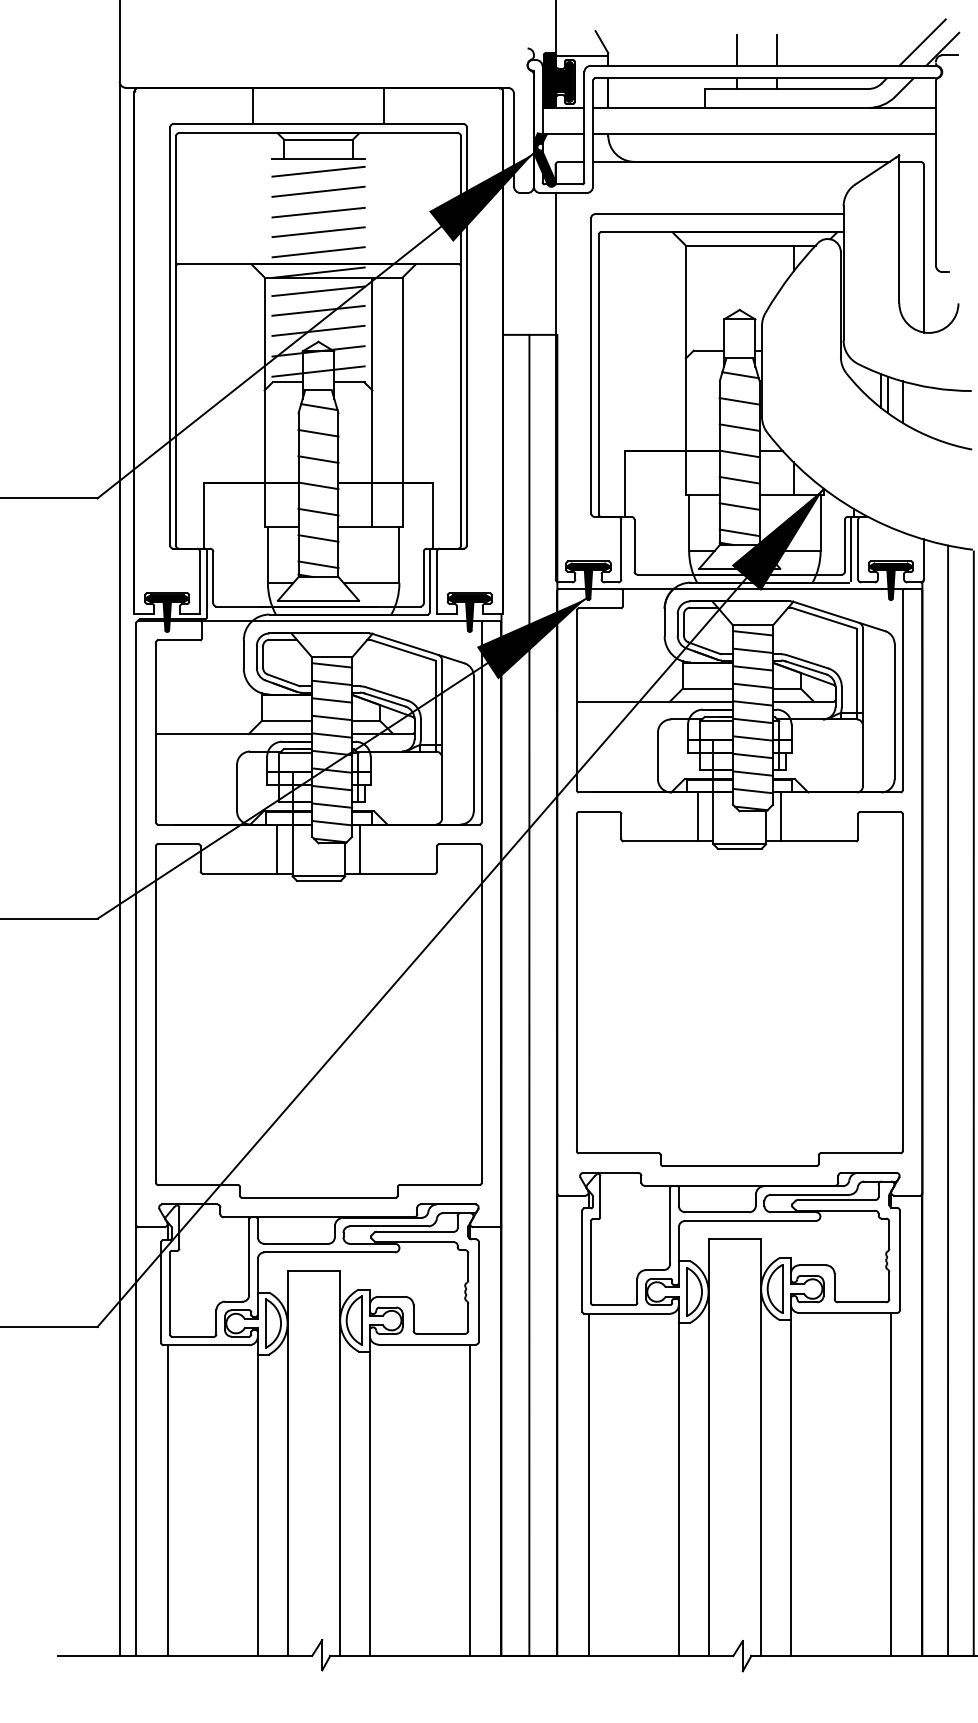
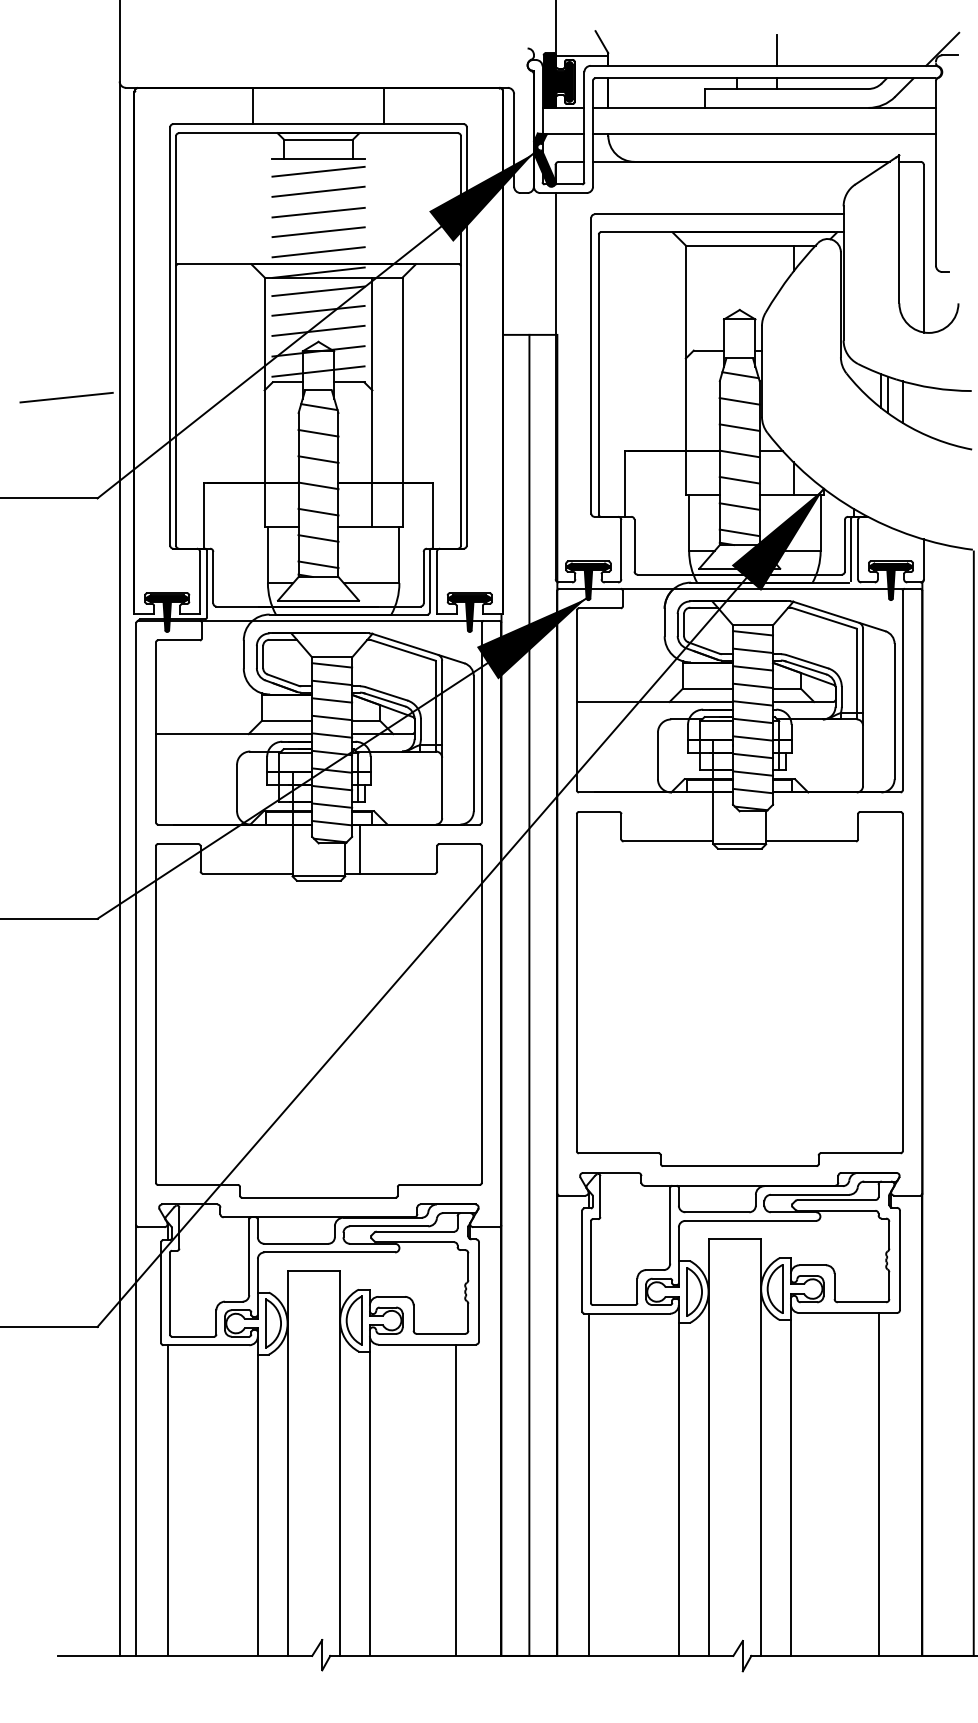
line at (922, 42): present -> none
line at (737, 50): present -> none
line at (66, 397): none -> present
line at (698, 816): present -> none
line at (781, 816): present -> none
line at (277, 848): present -> none
line at (948, 1100): present -> none
line at (891, 1484) position: (891, 1484) -> (879, 1484)
line at (470, 1499) position: (470, 1499) -> (456, 1499)
